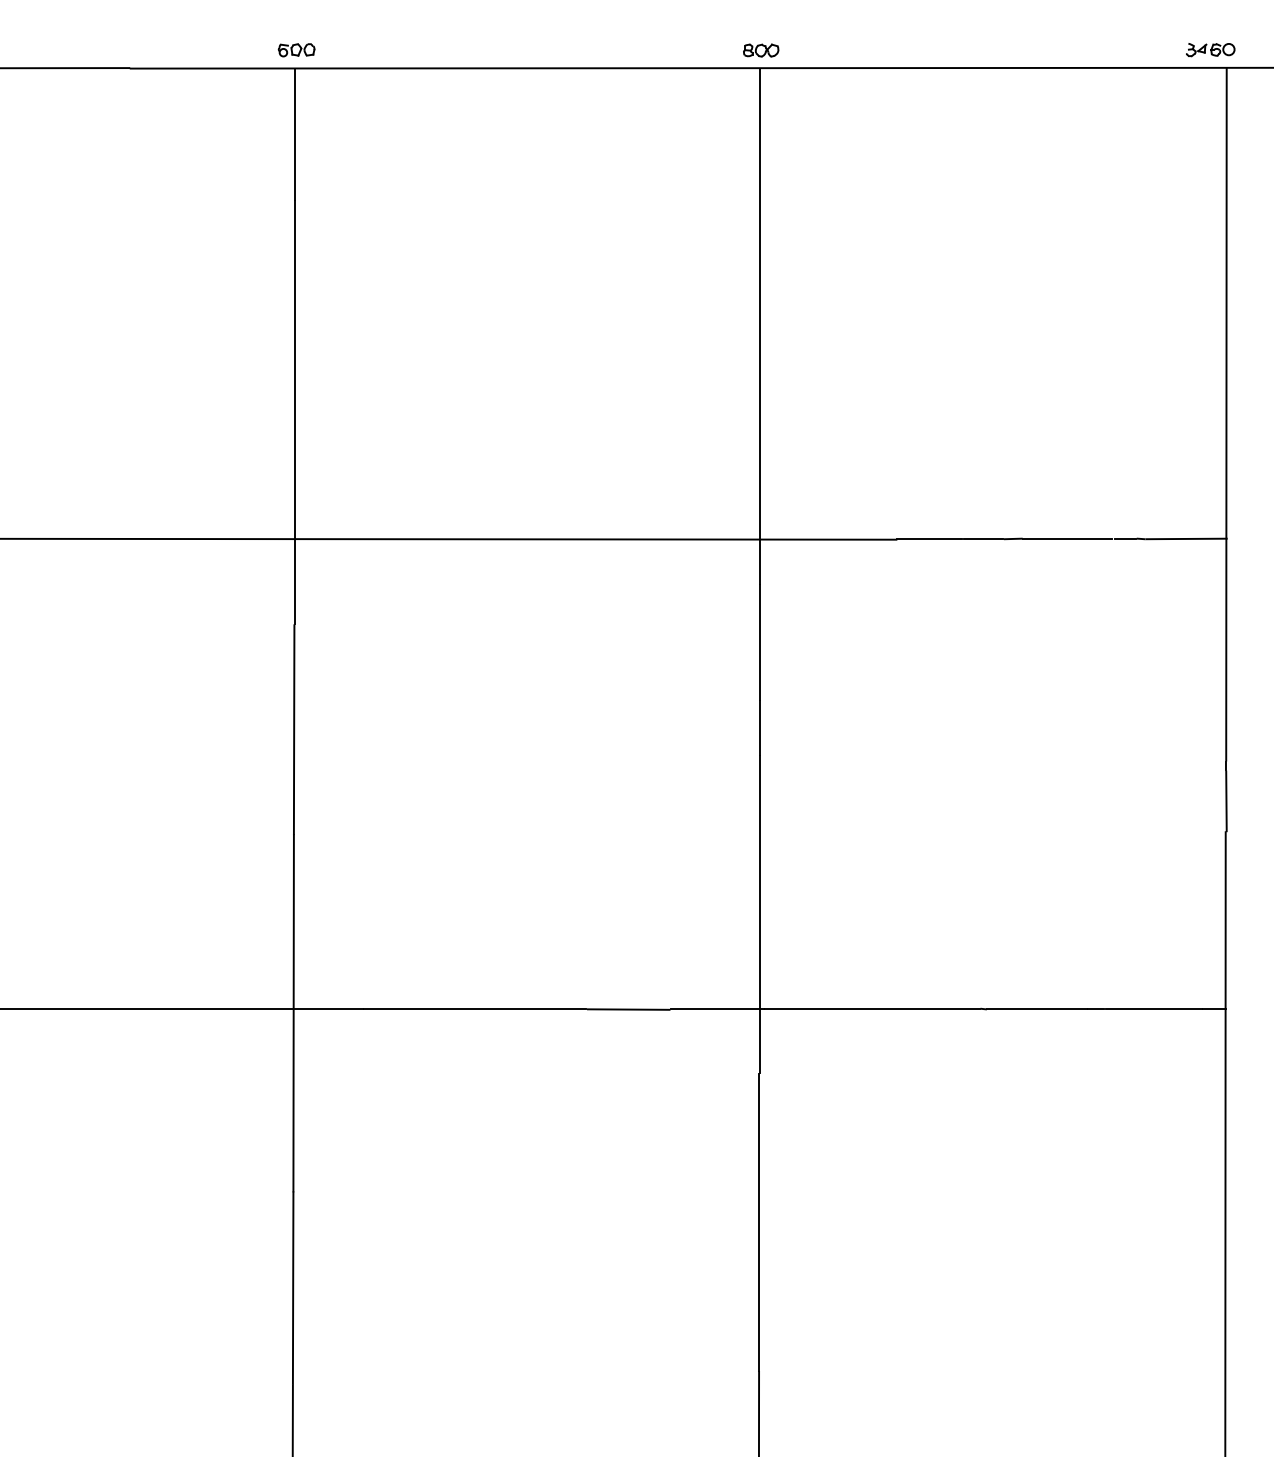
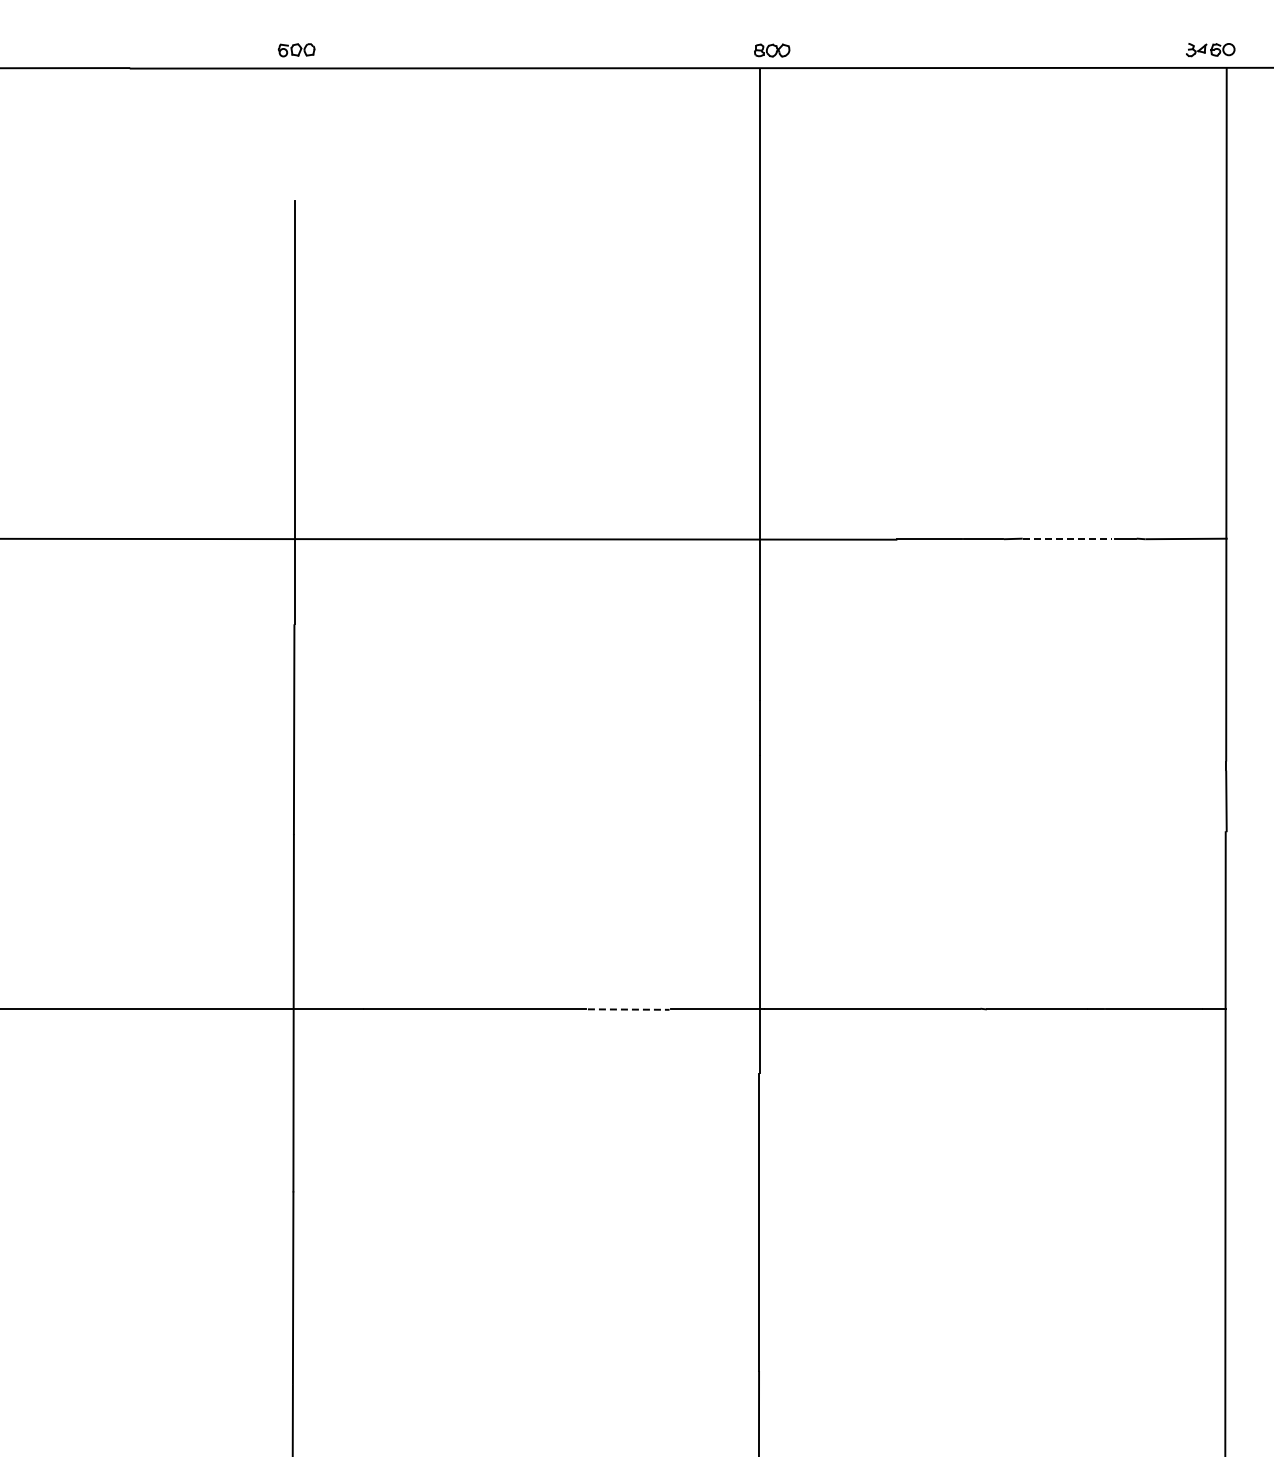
part at (761, 50) position: (761, 50) -> (772, 50)
line at (295, 133): present -> none
line at (1067, 538): solid -> dashed
line at (628, 1009): solid -> dashed
